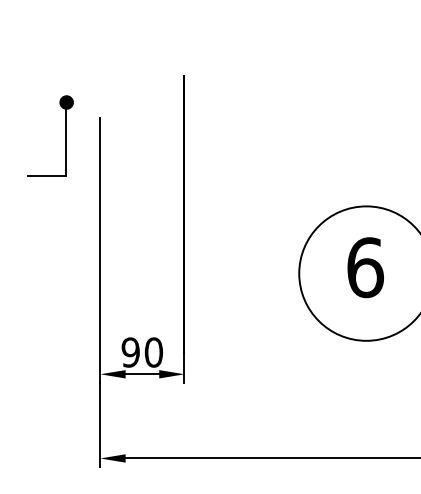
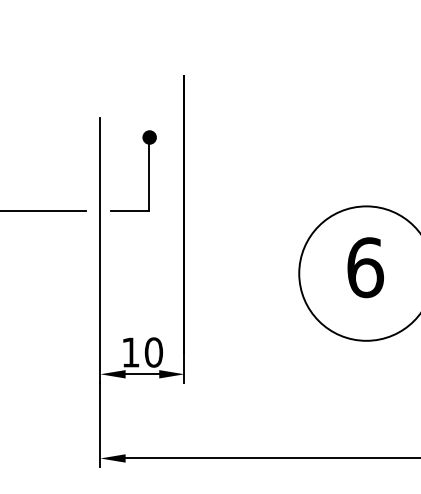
part at (65, 135) position: (65, 135) -> (148, 170)
line at (44, 210): none -> present
text at (130, 352): 90 -> 10
